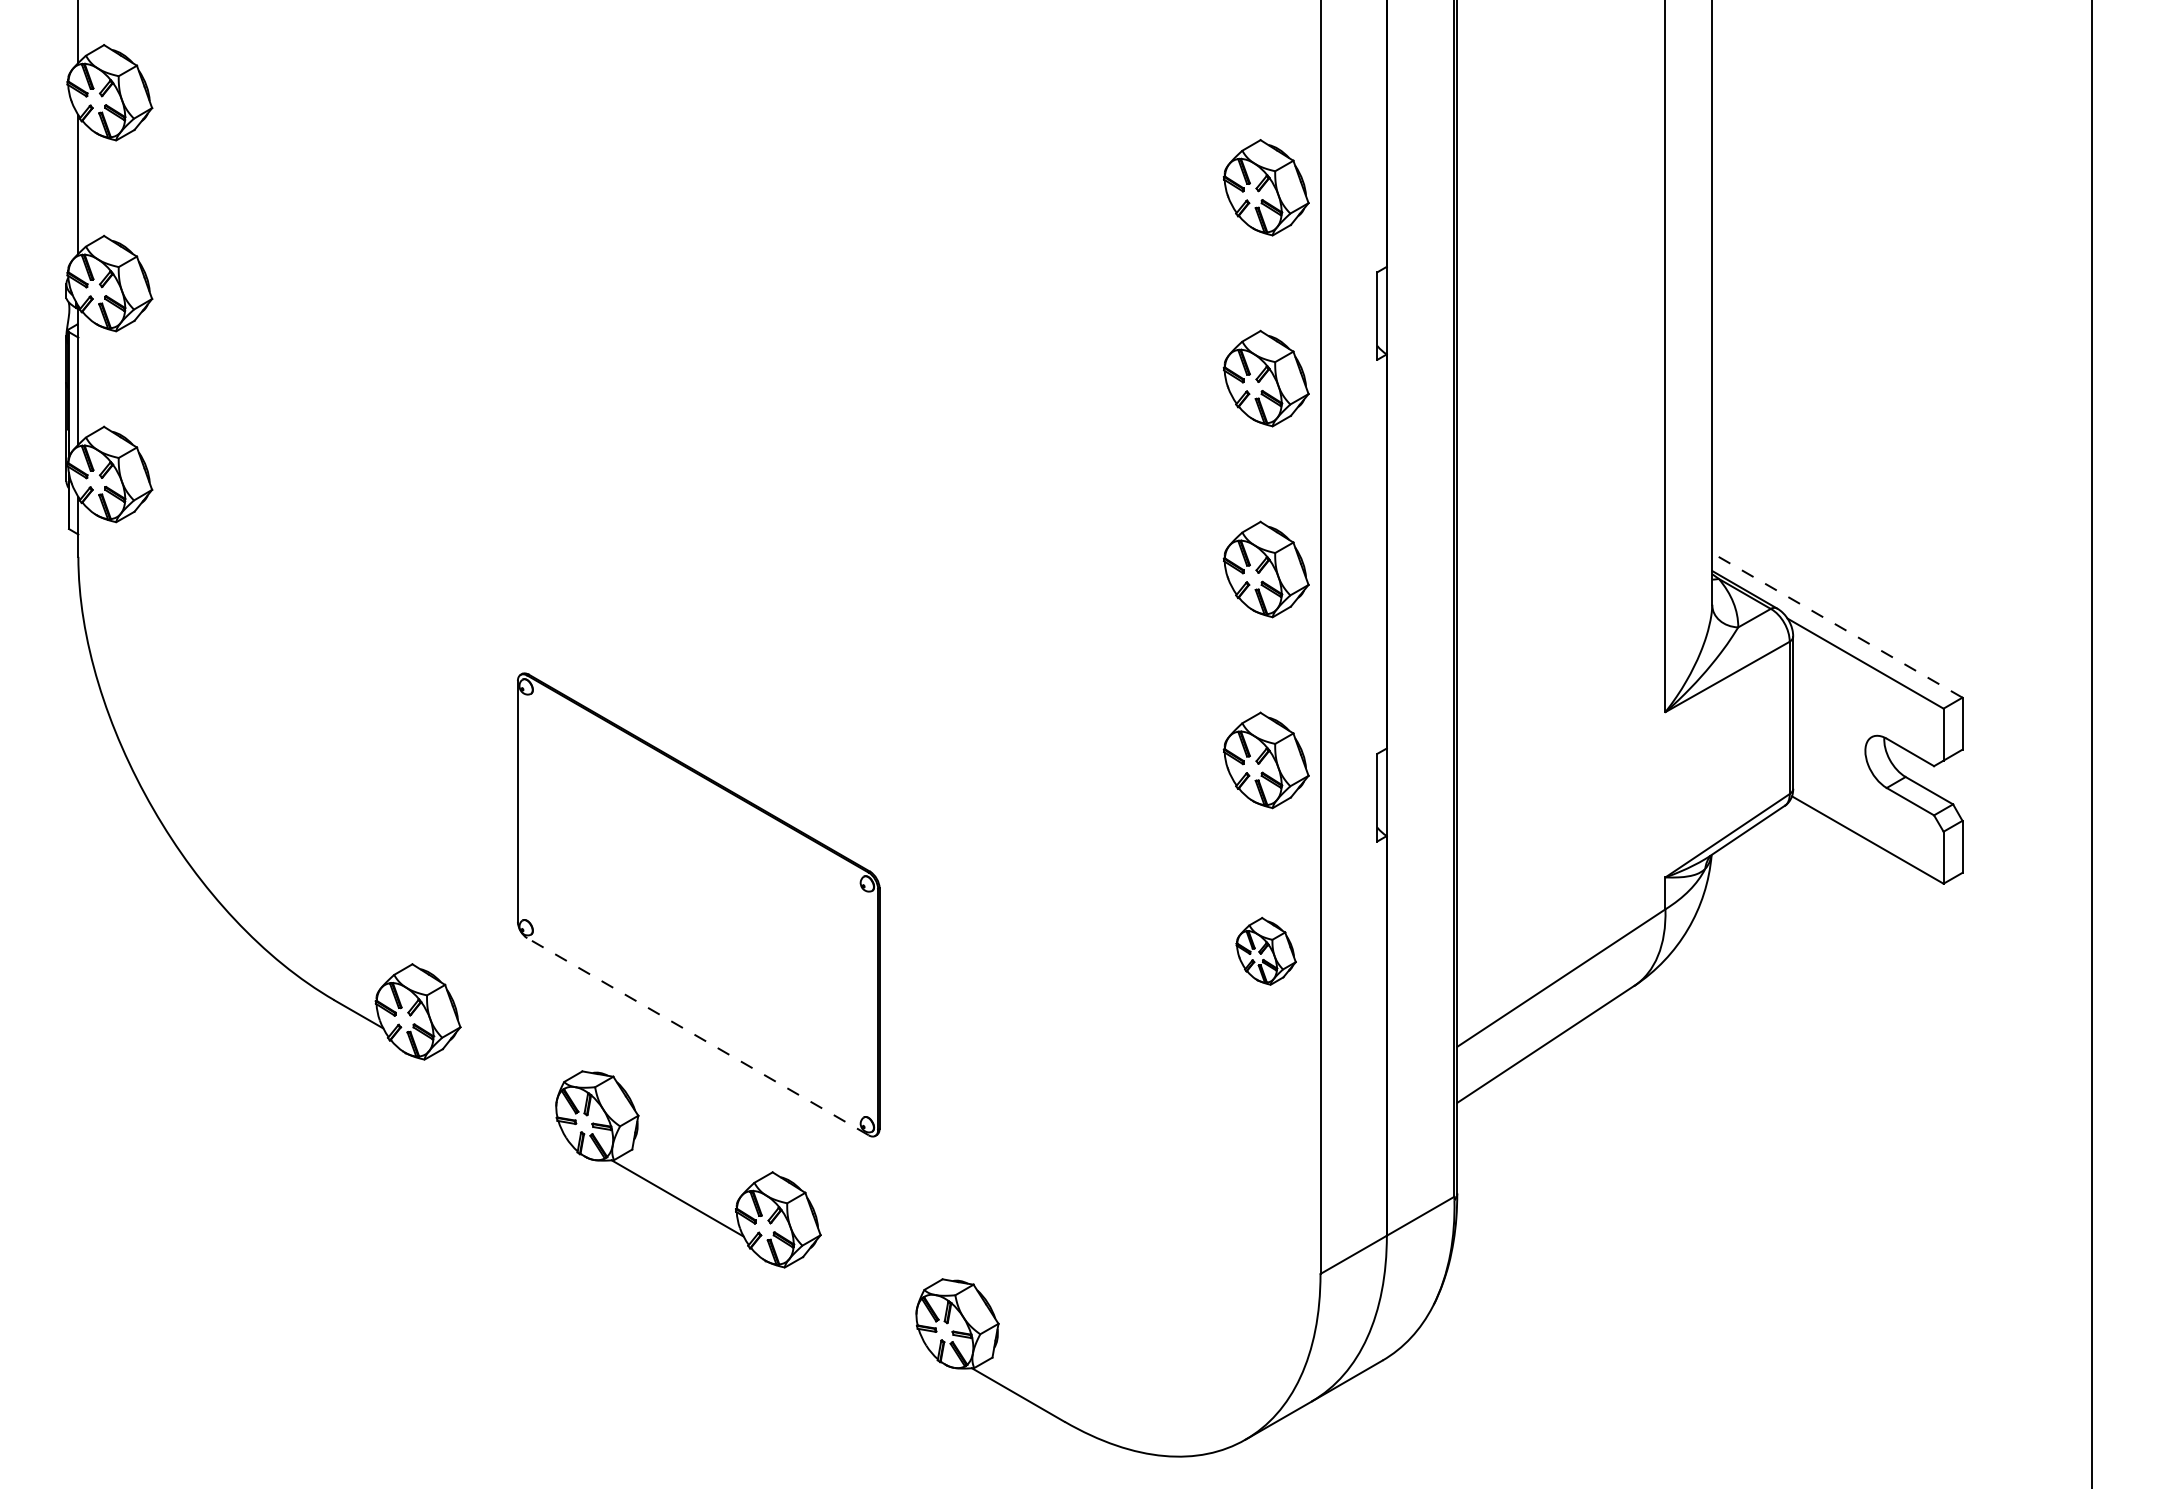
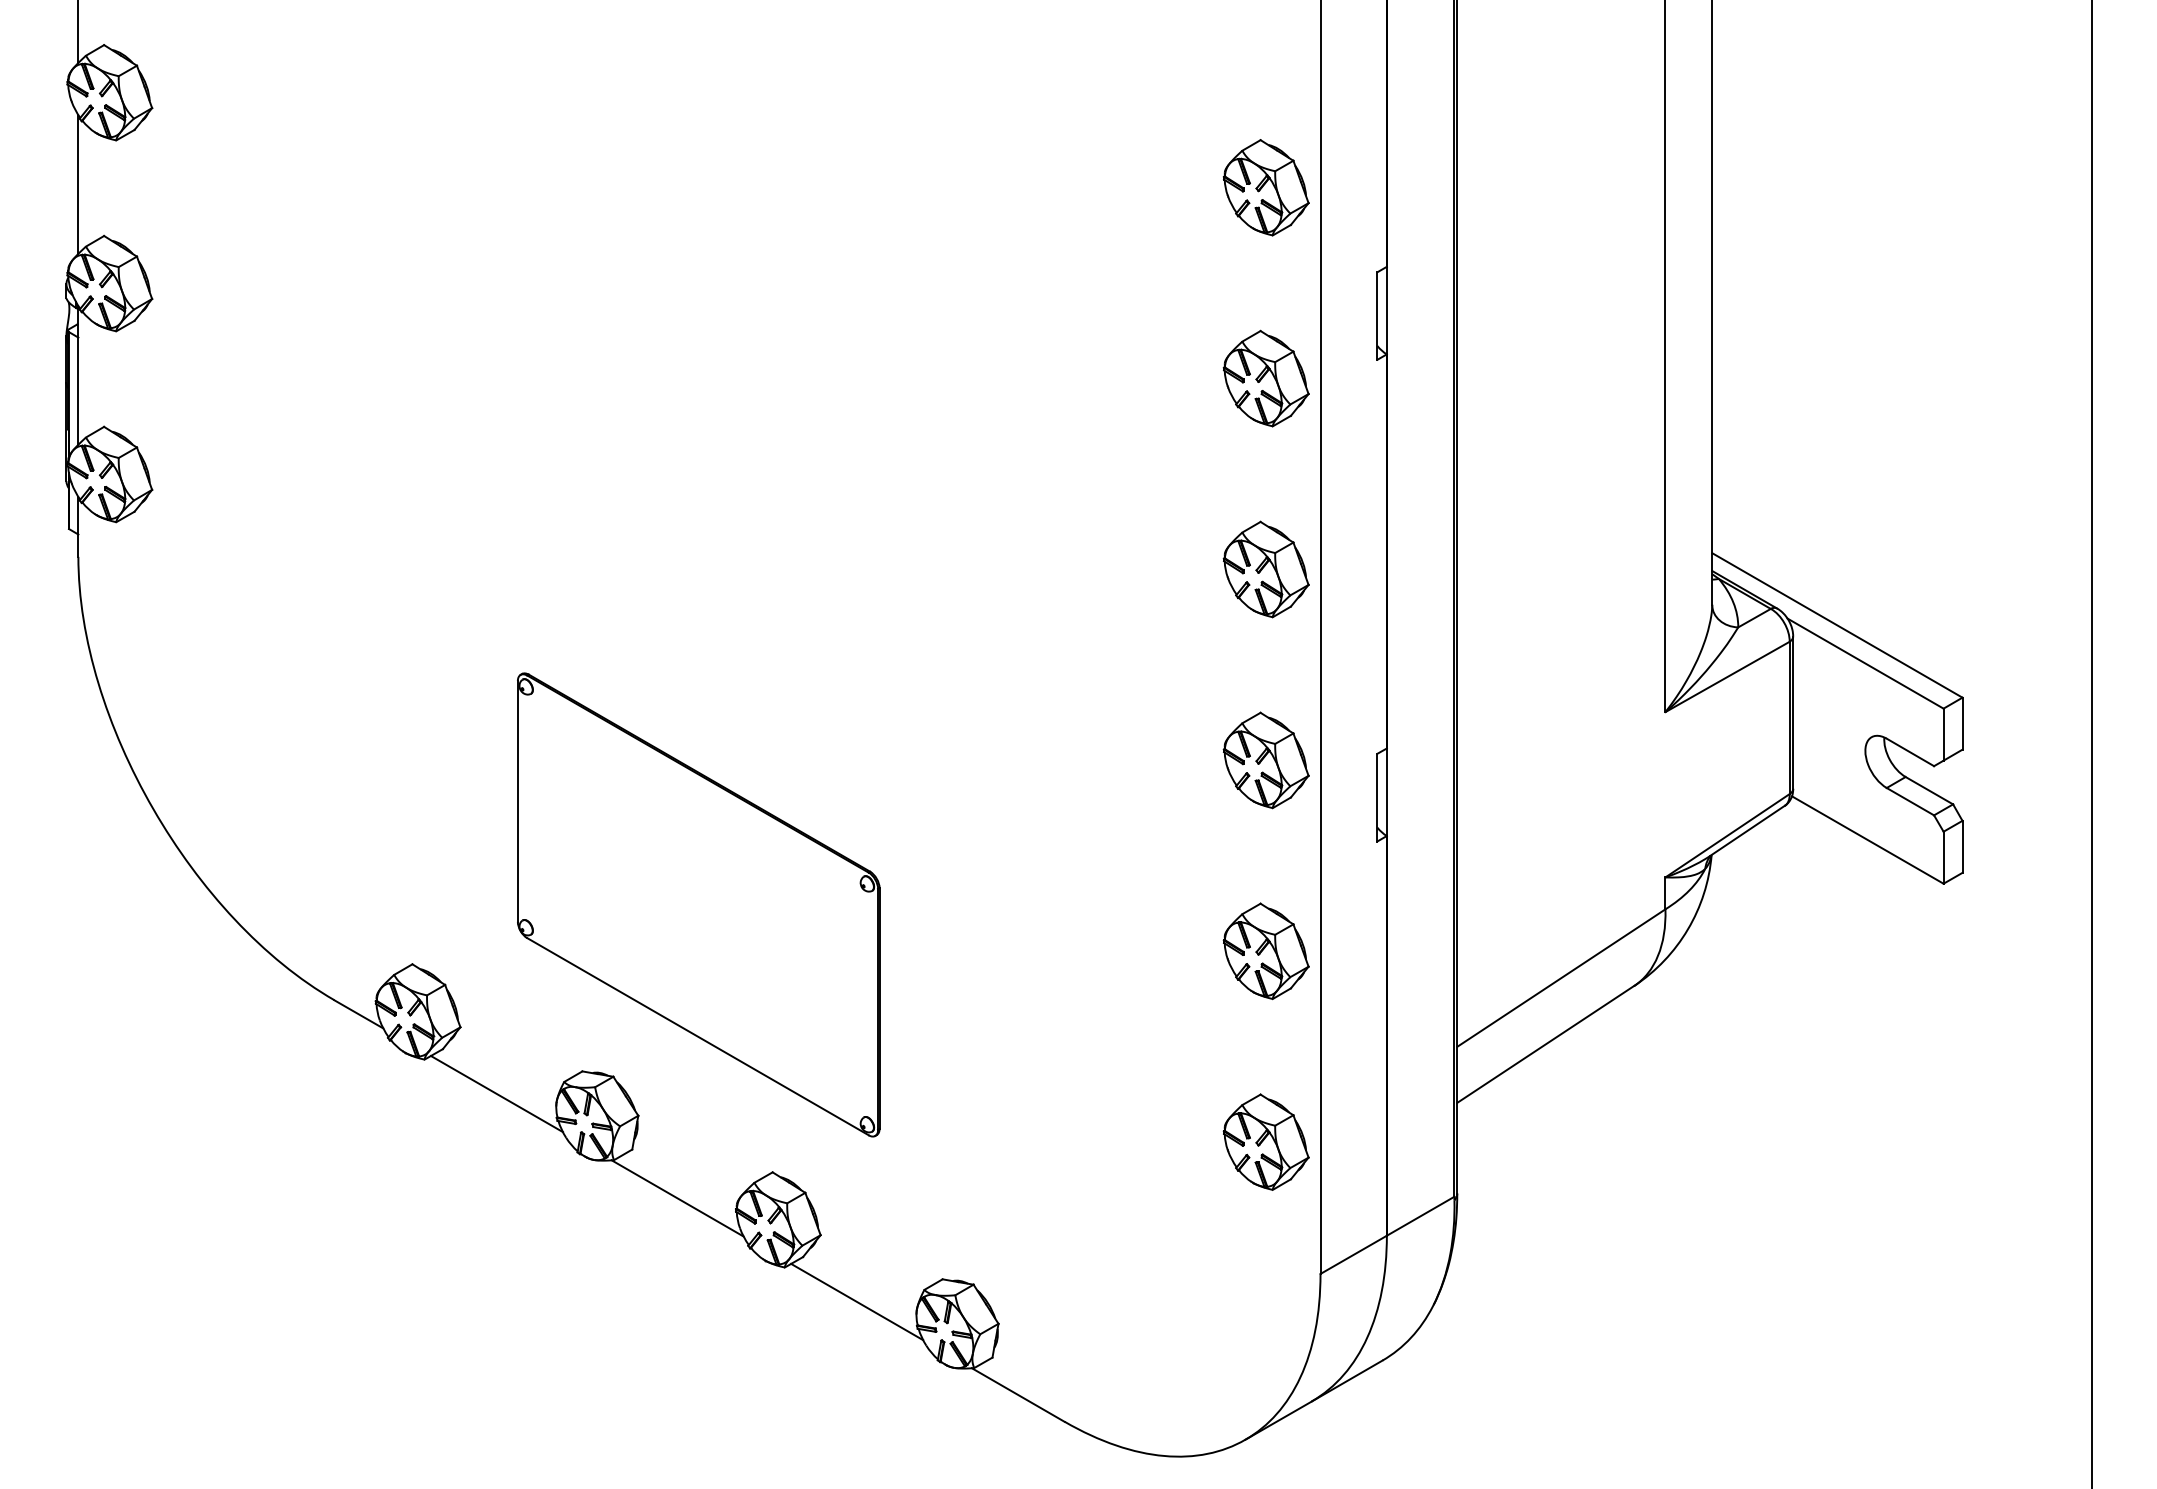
line at (1836, 625): dashed -> solid
part at (1265, 950) size: 62x70 px -> 88x99 px
line at (697, 1036): dashed -> solid
line at (496, 1093): none -> present
part at (1265, 1141): none -> present
line at (857, 1301): none -> present
